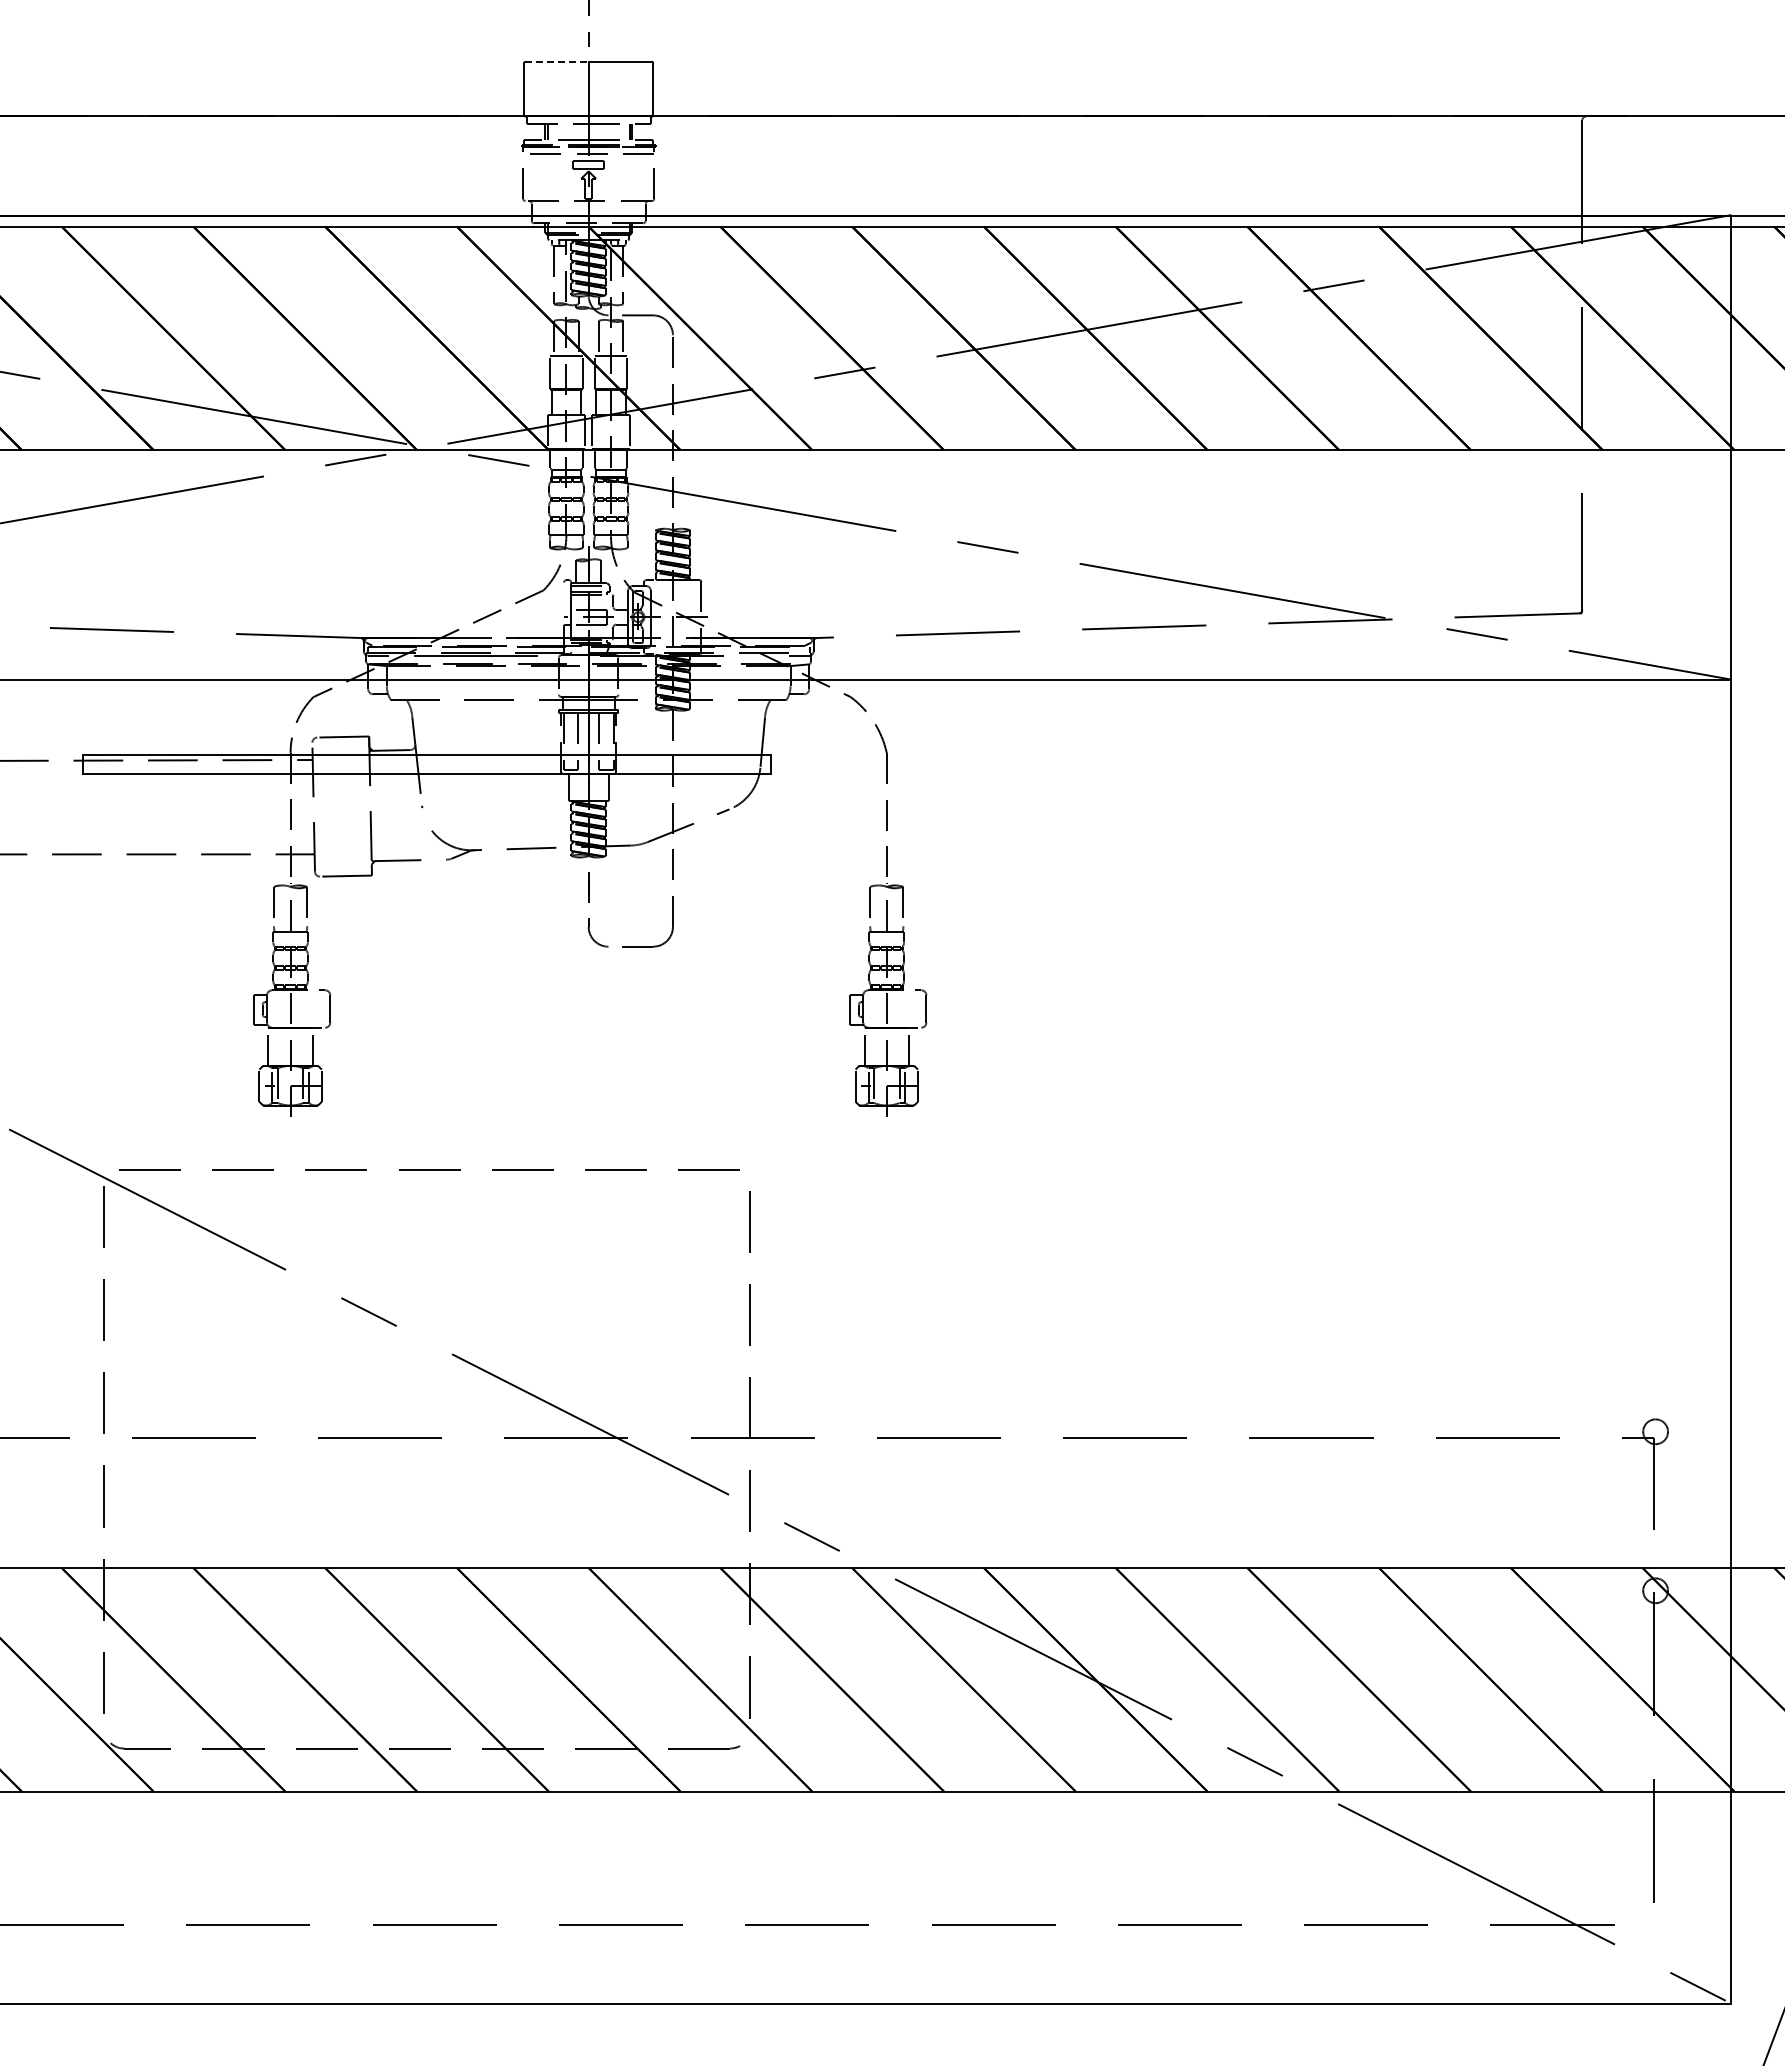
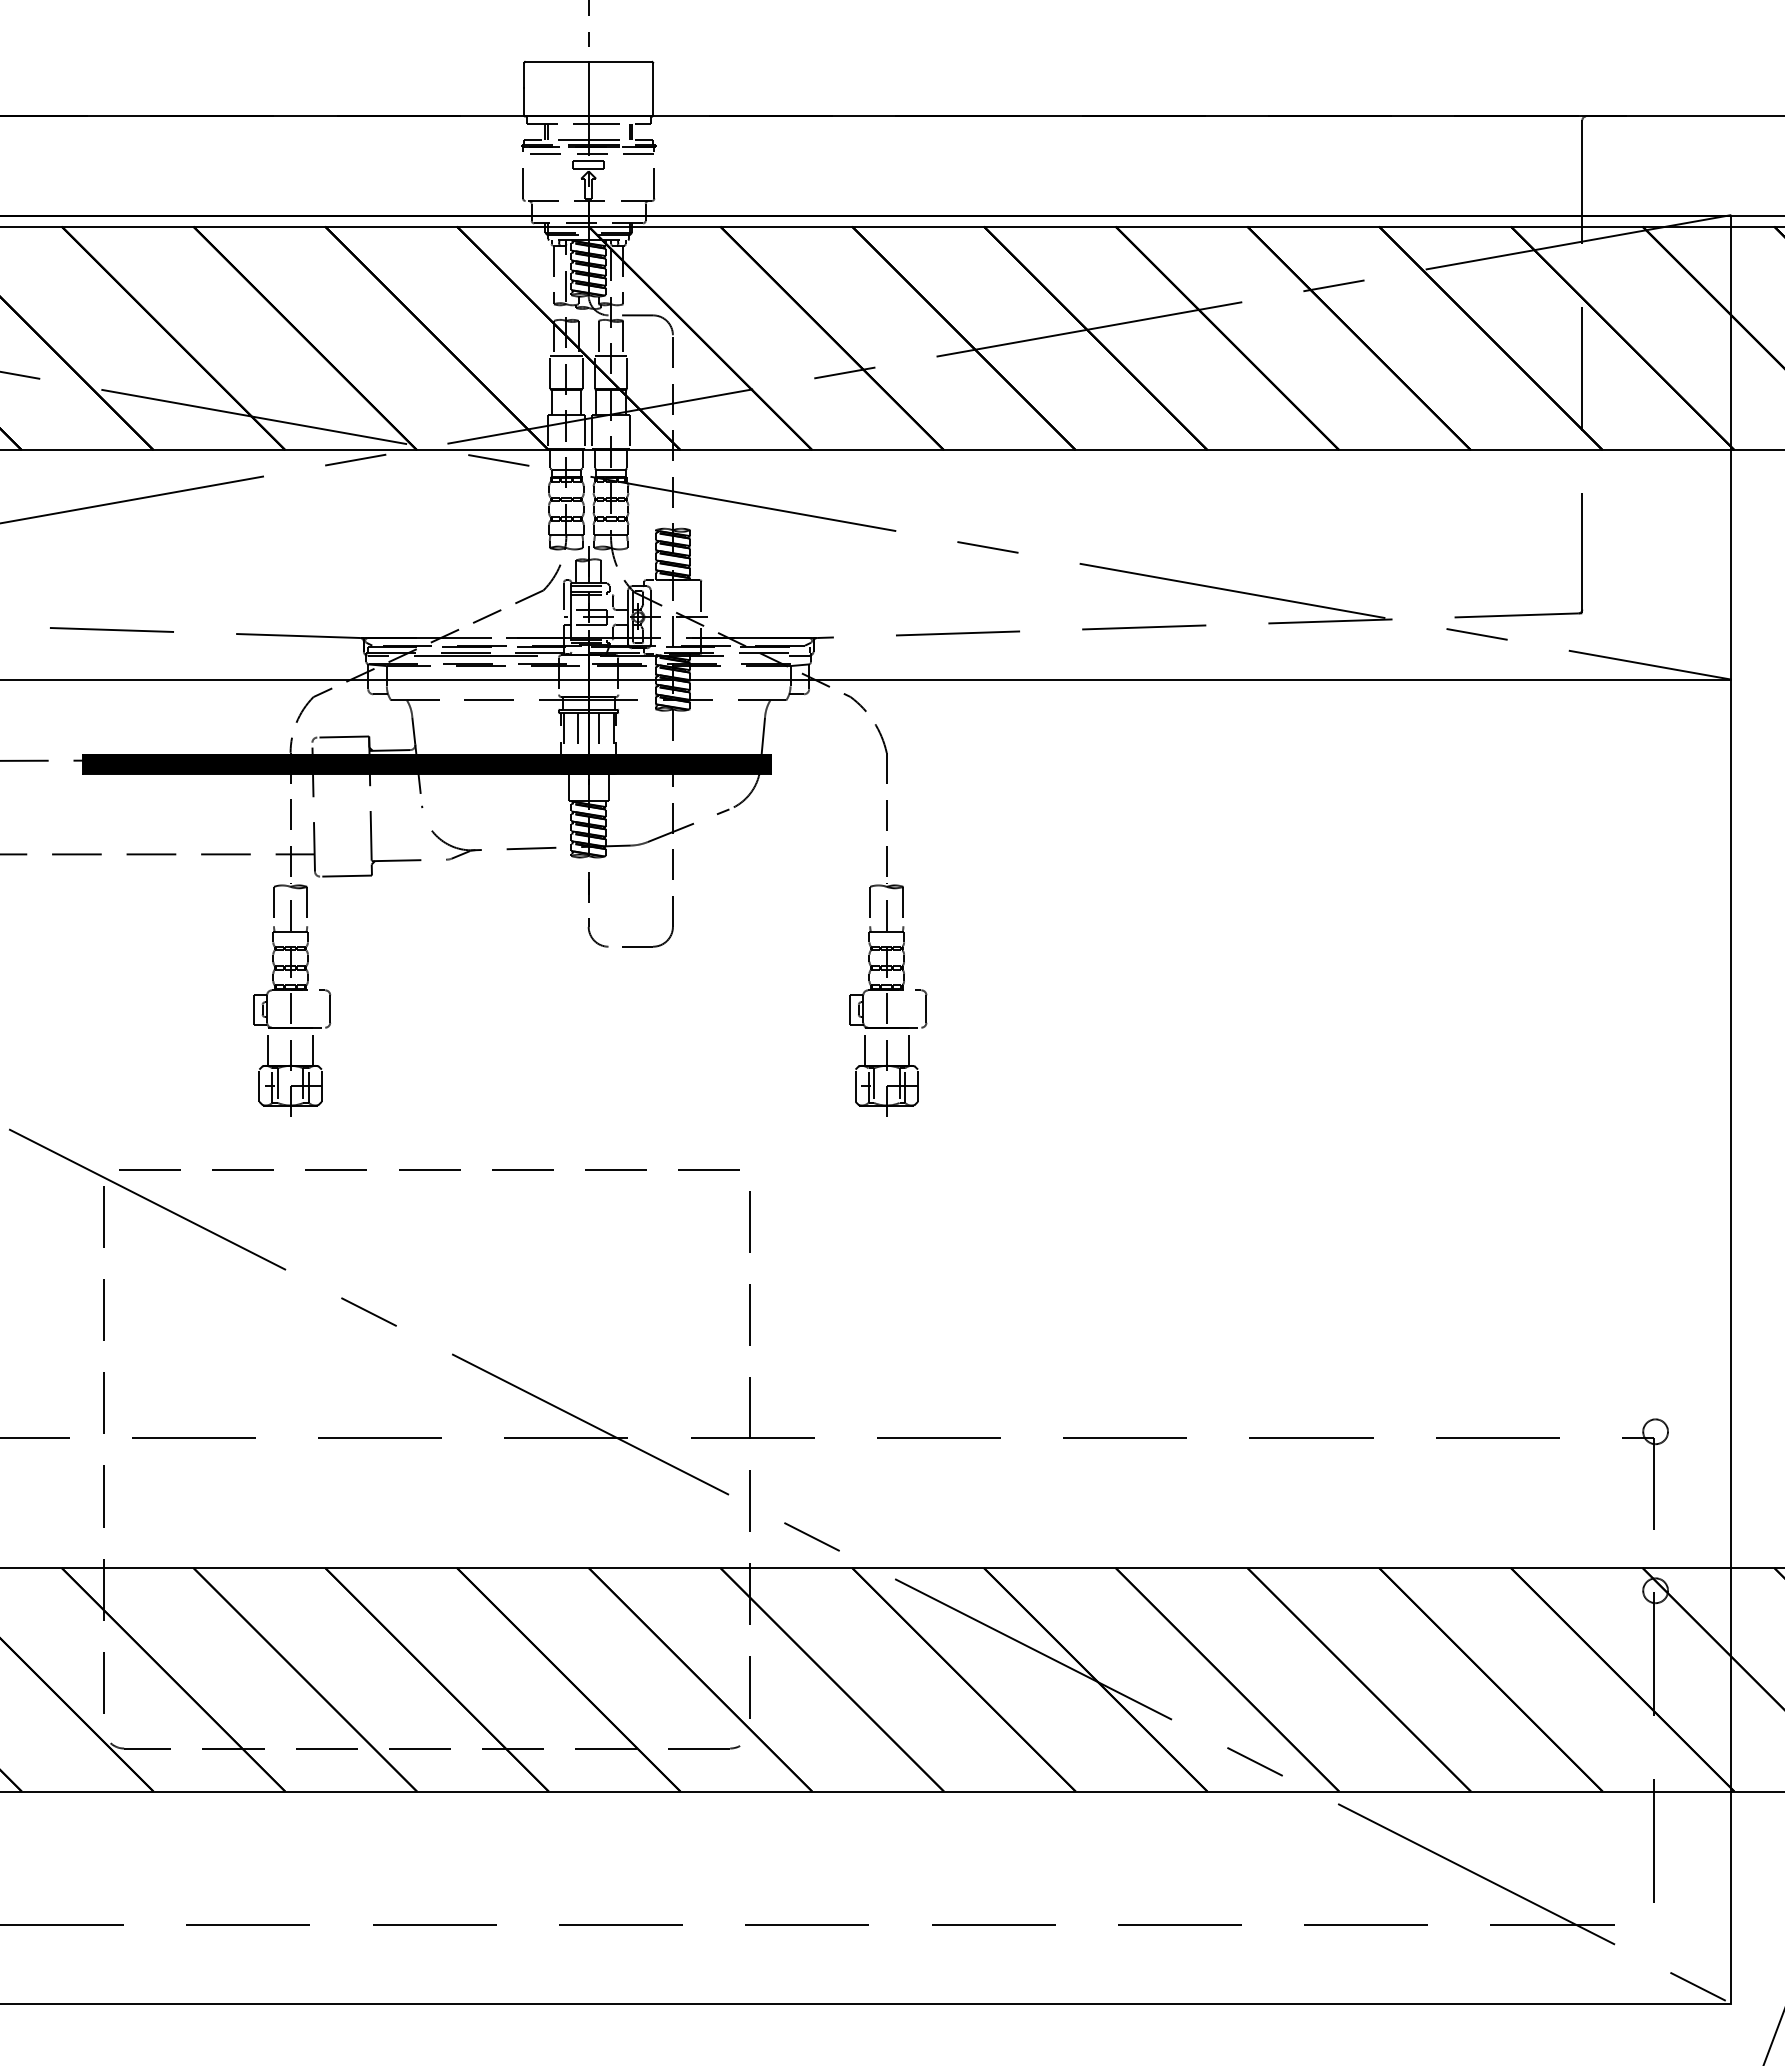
line at (556, 61): dashed -> solid
line at (563, 595): none -> present
hatch at (427, 763): none -> present
